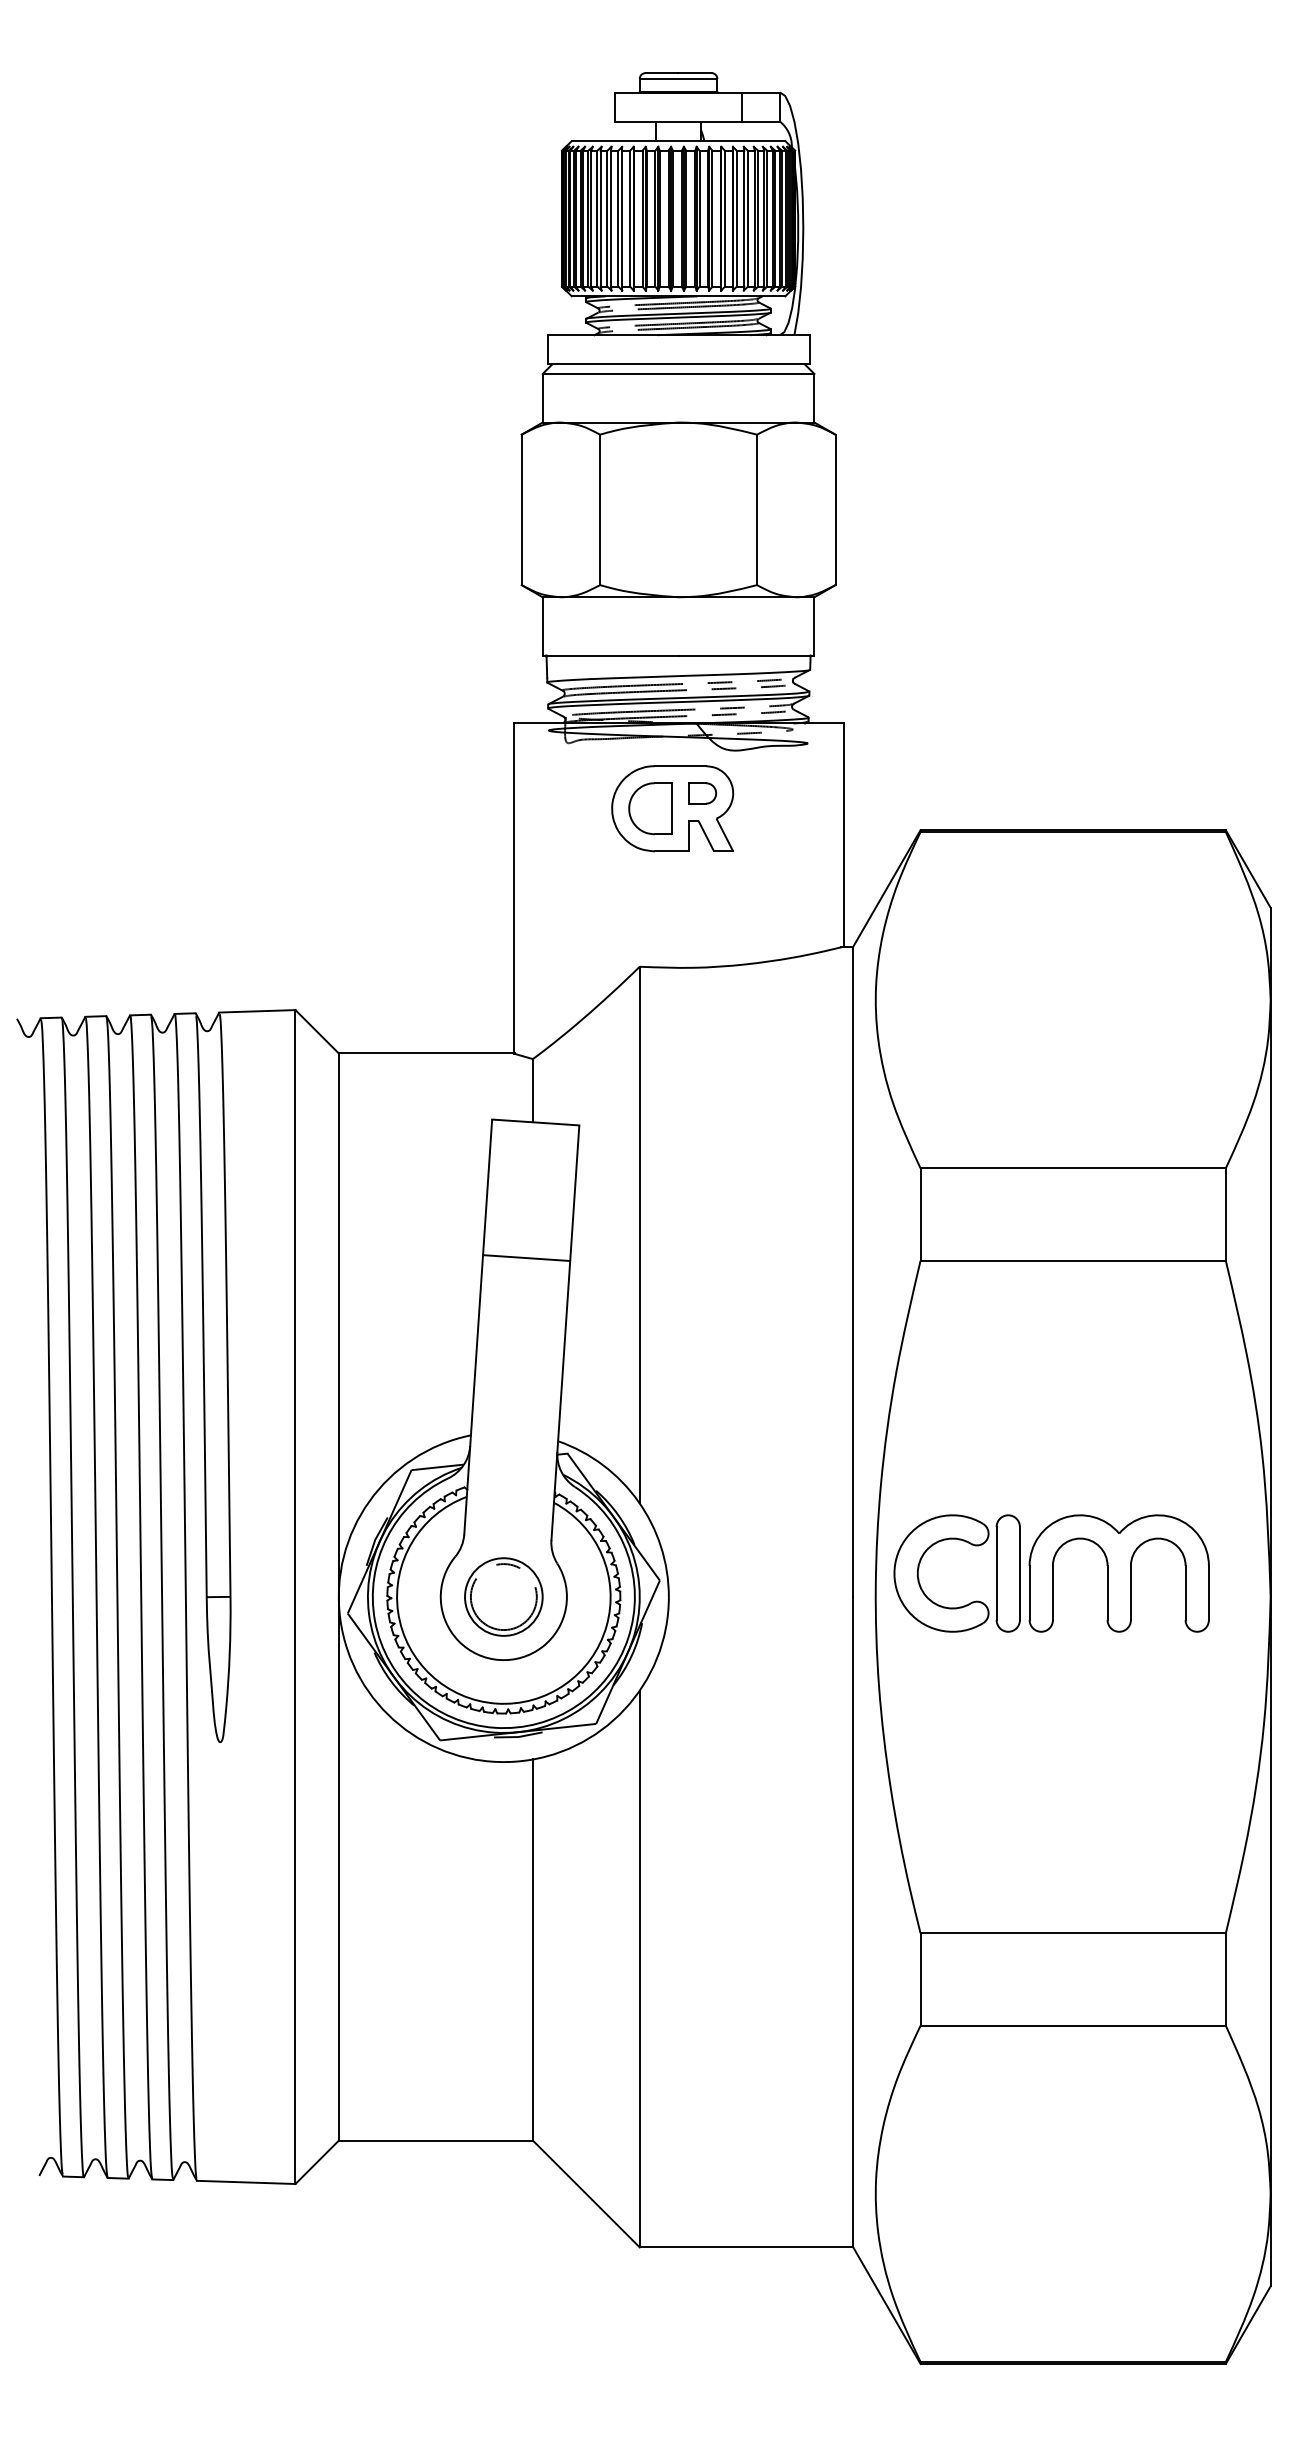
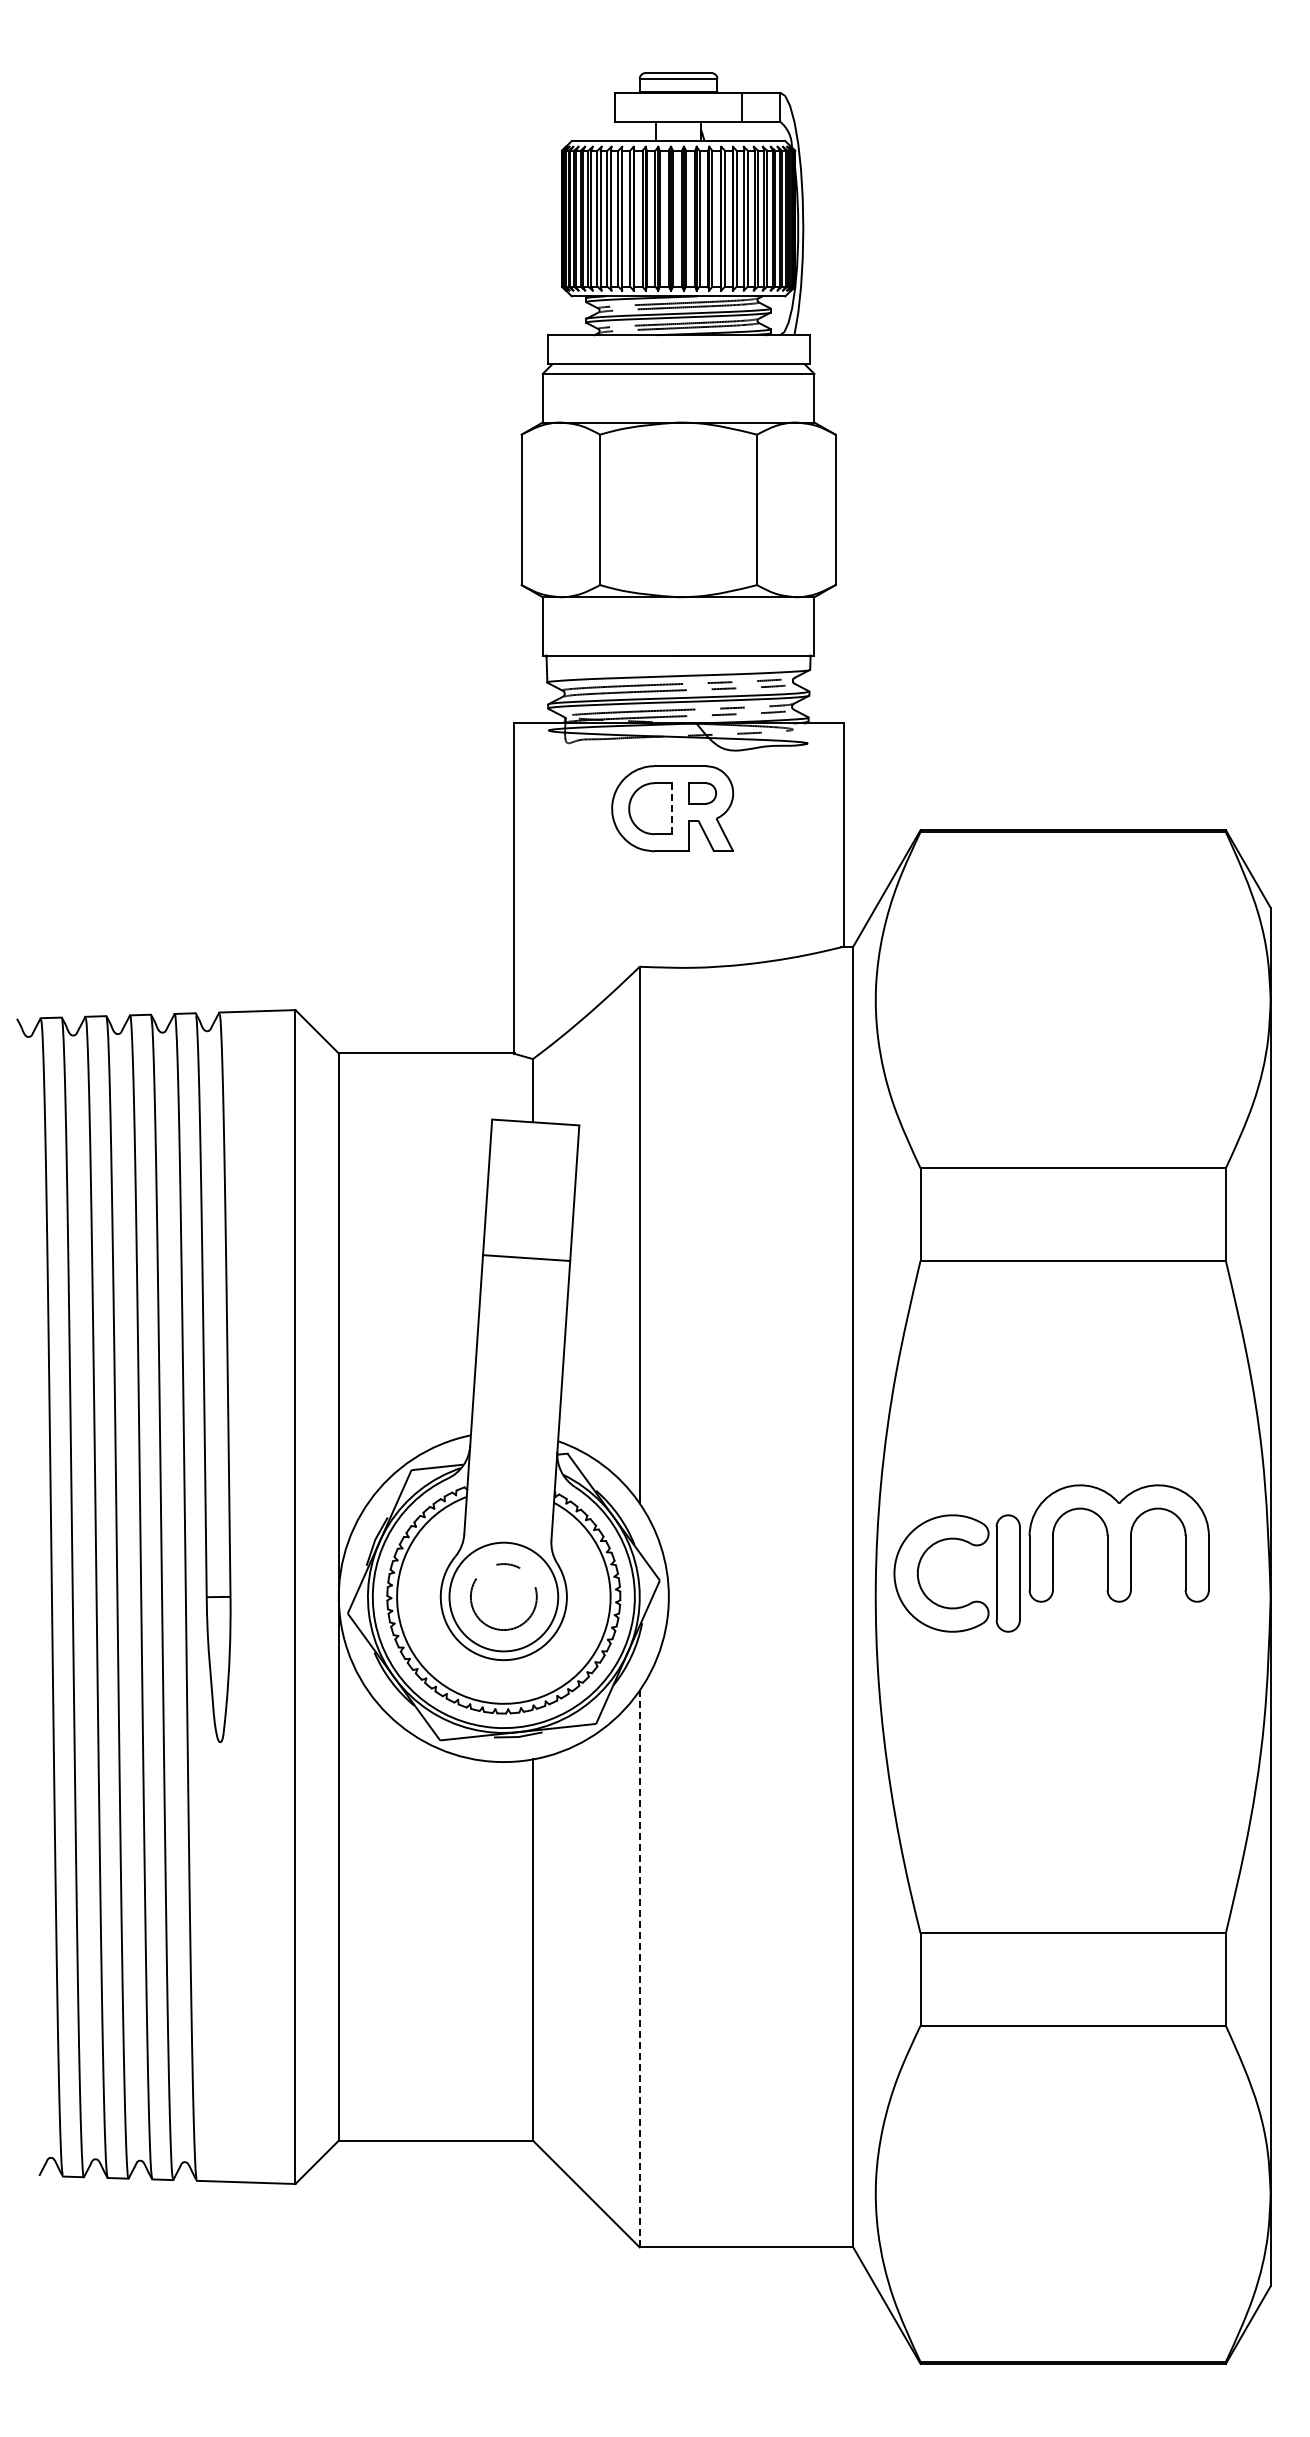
line at (671, 808): solid -> dashed
part at (1118, 1573) position: (1118, 1573) -> (1118, 1543)
circle at (503, 1596) diameter: 78 px -> 109 px
line at (639, 1968): solid -> dashed
